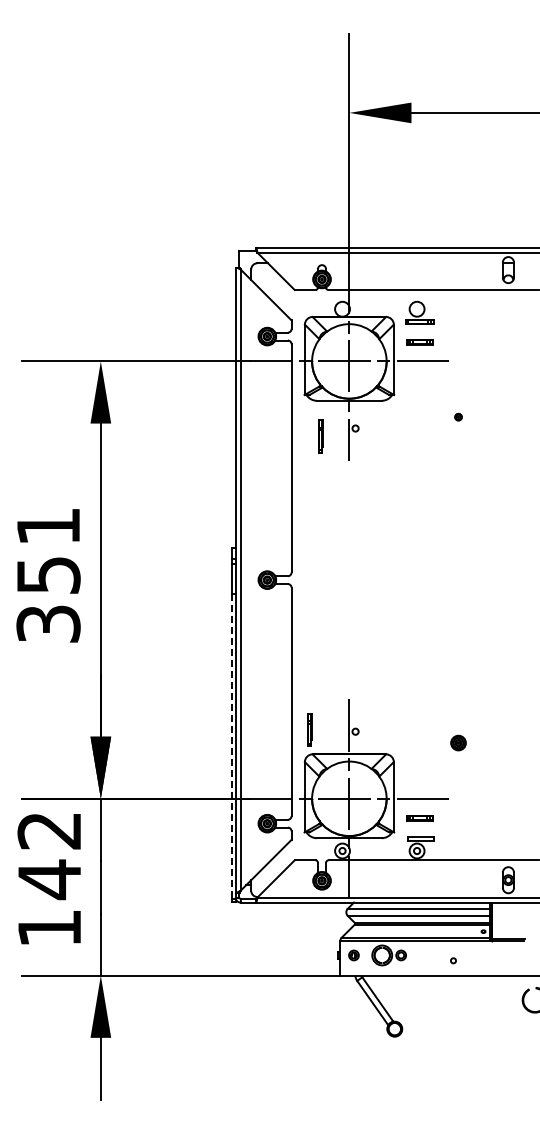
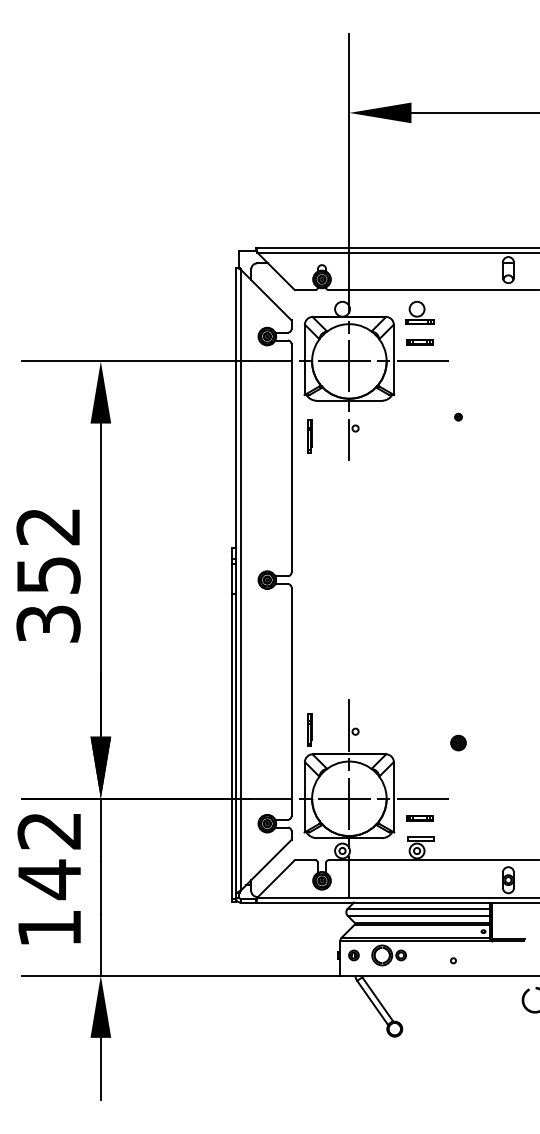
part at (320, 436) position: (320, 436) -> (309, 436)
text at (47, 527): 351 -> 352
line at (231, 747): dashed -> solid
